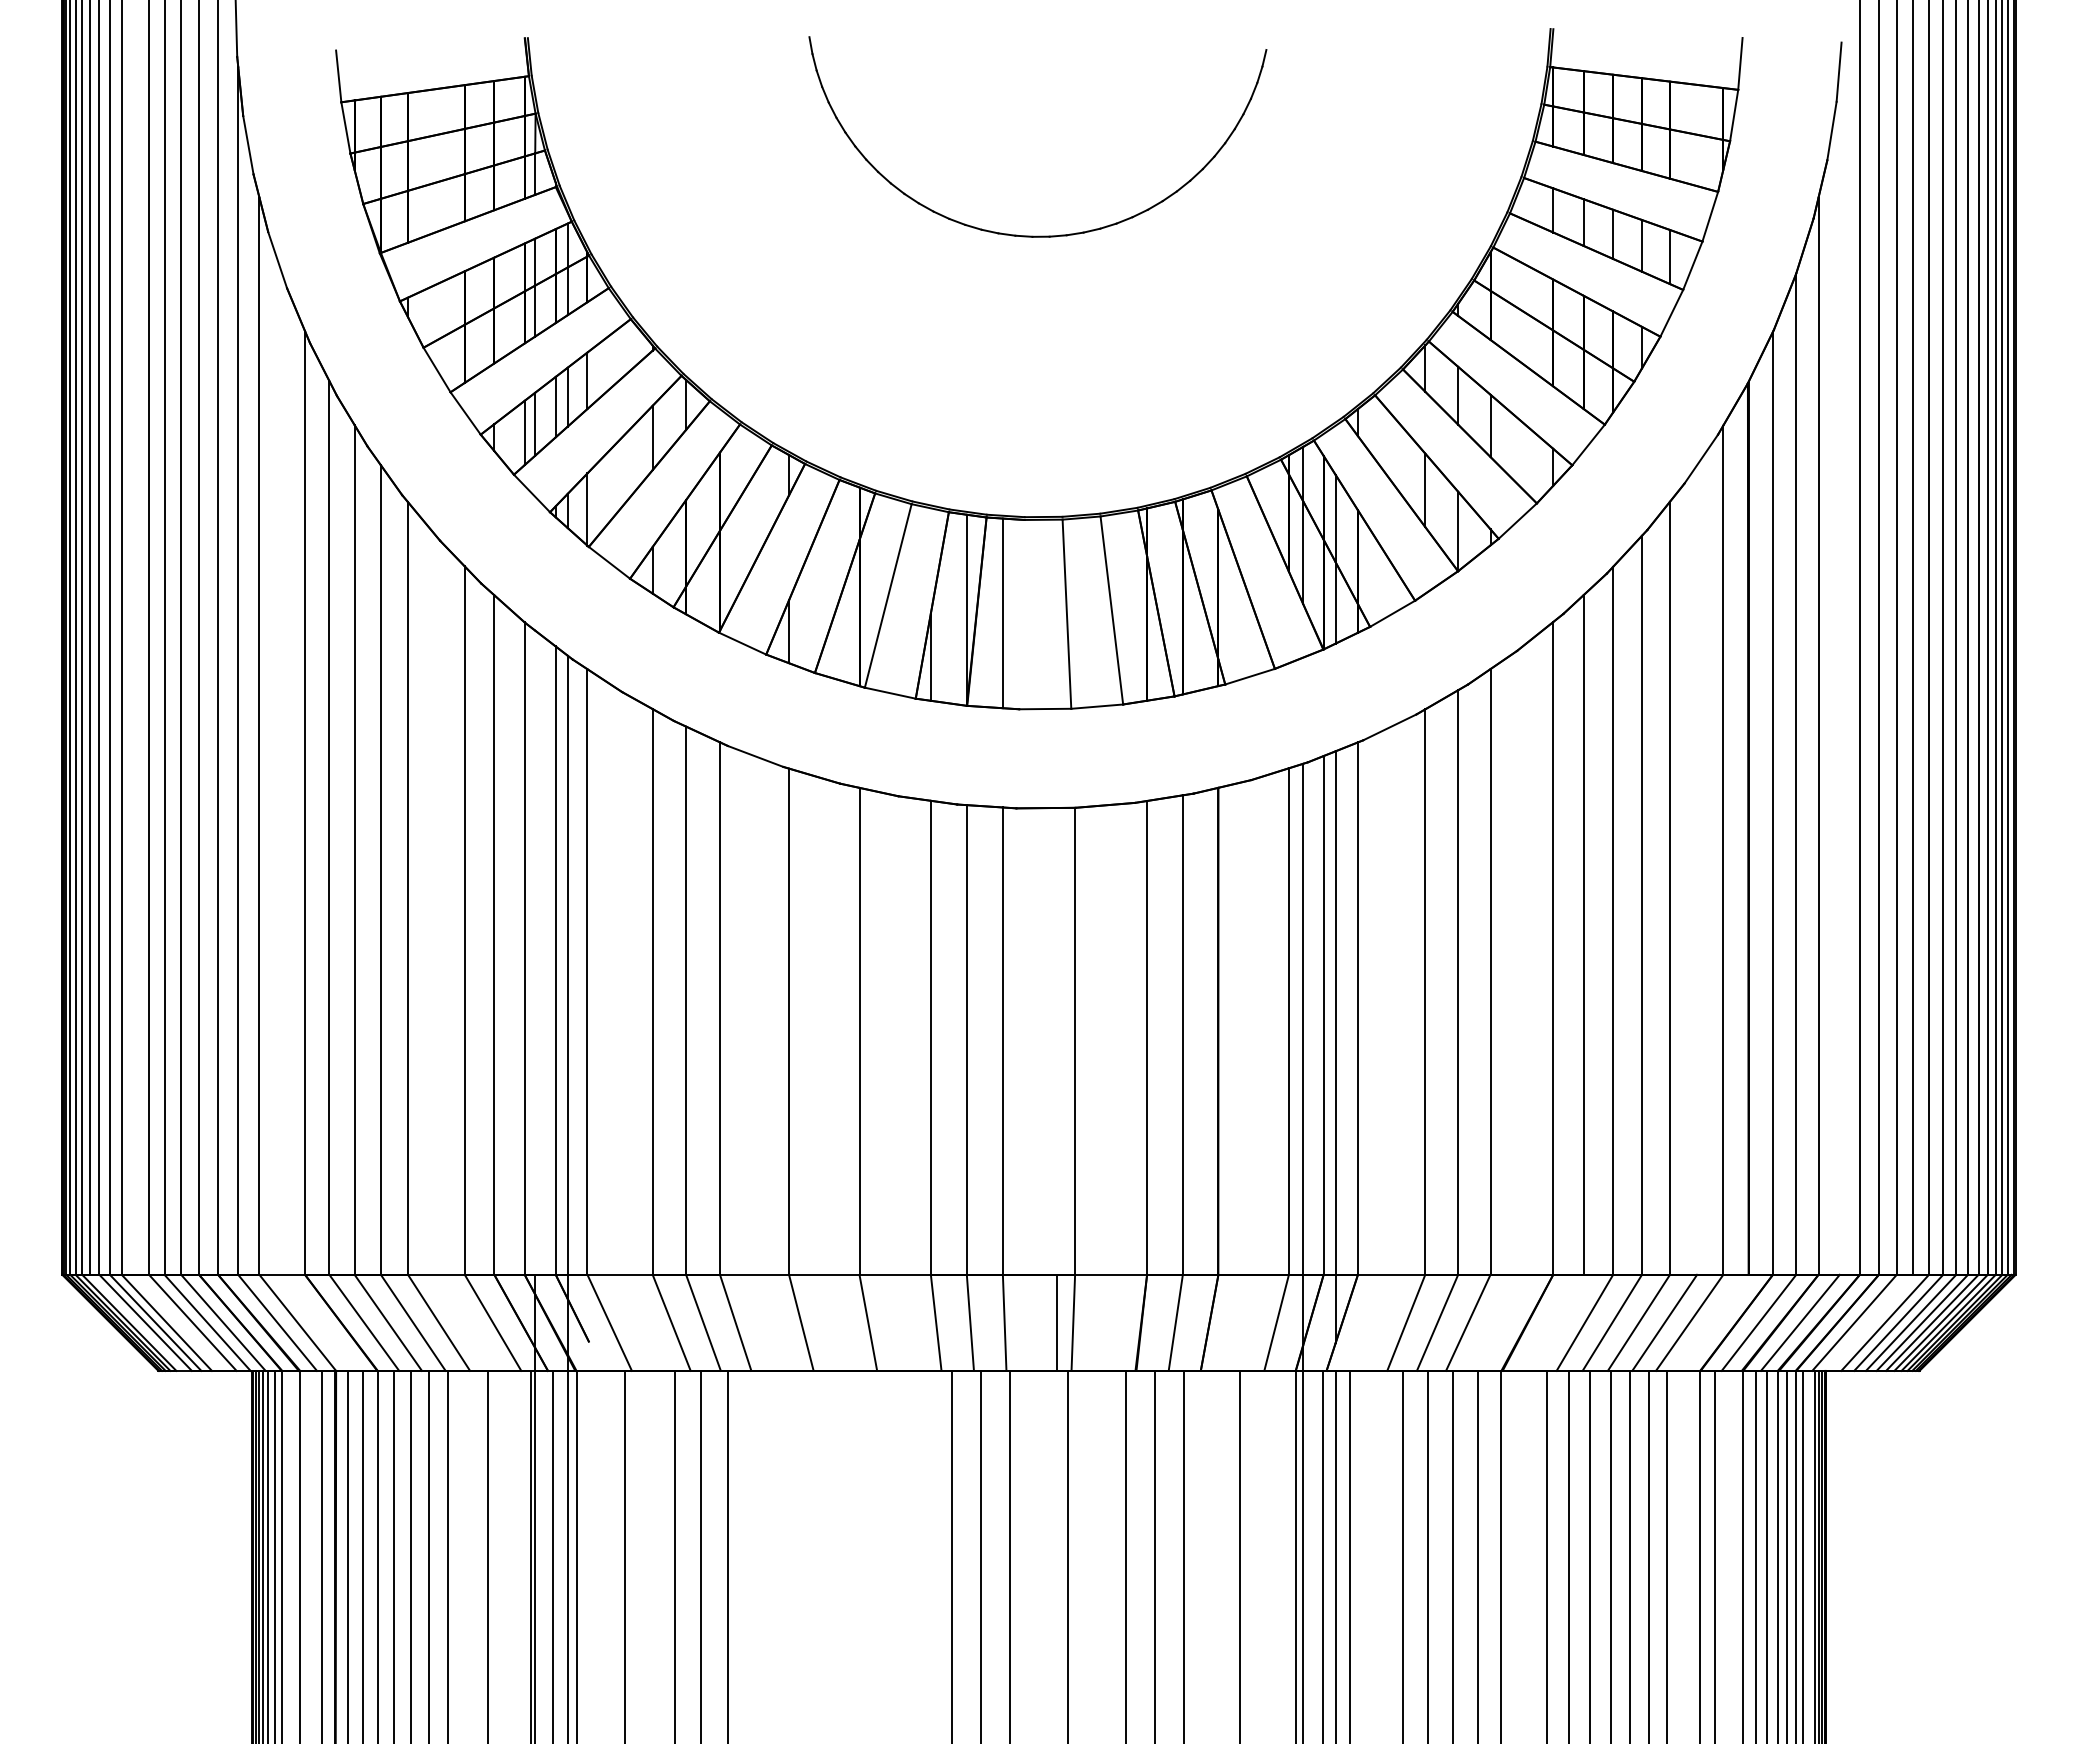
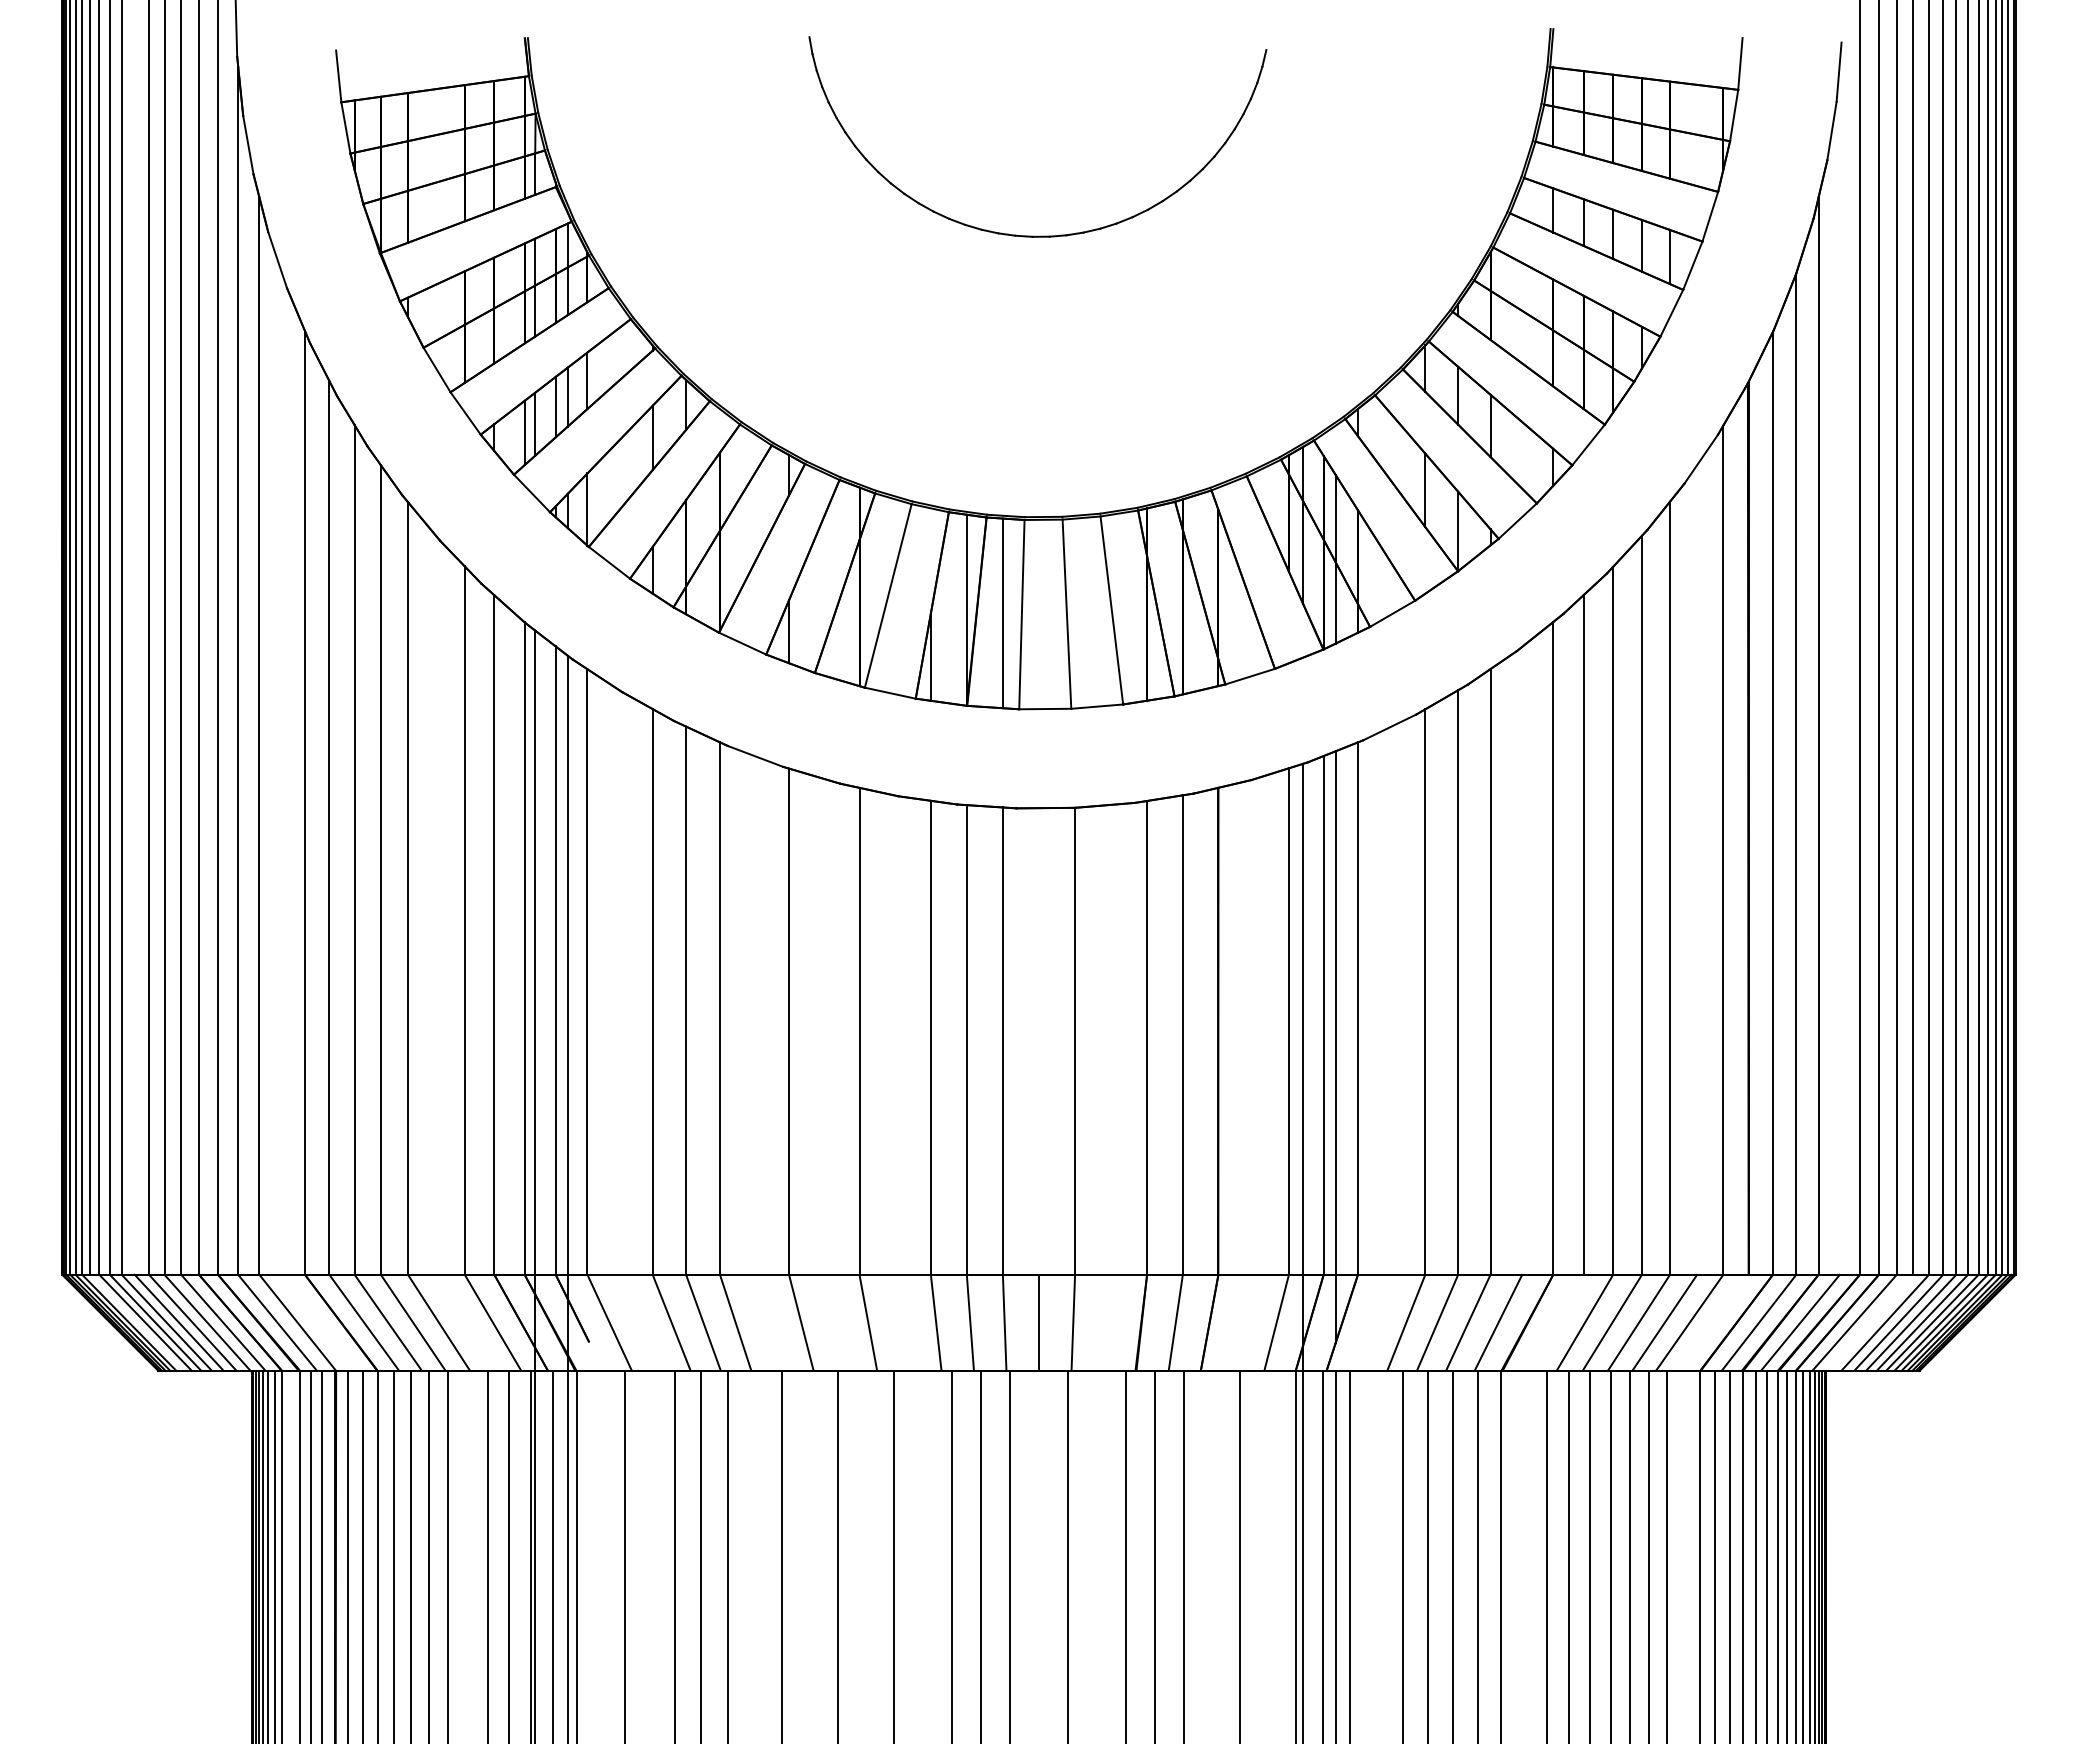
line at (1021, 614): none -> present
line at (535, 952): none -> present
line at (178, 1322): none -> present
line at (1056, 1322) position: (1056, 1322) -> (1038, 1322)
line at (1498, 1322): none -> present
line at (310, 1555): none -> present
line at (508, 1555): none -> present
line at (782, 1555): none -> present
line at (837, 1555): none -> present
line at (894, 1555): none -> present
line at (1729, 1555): none -> present
line at (1809, 1555): none -> present
